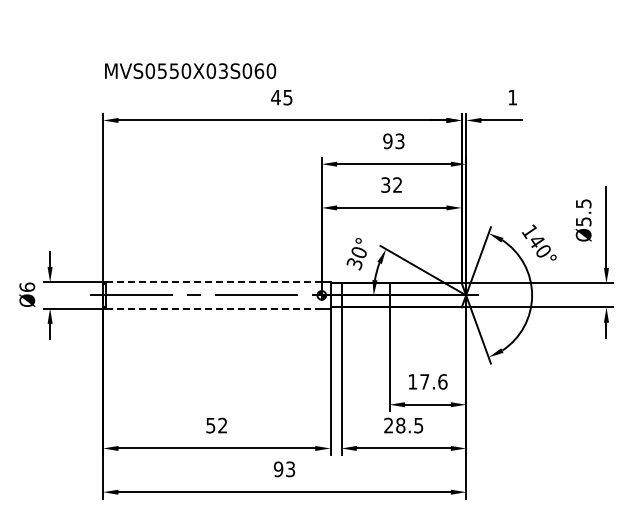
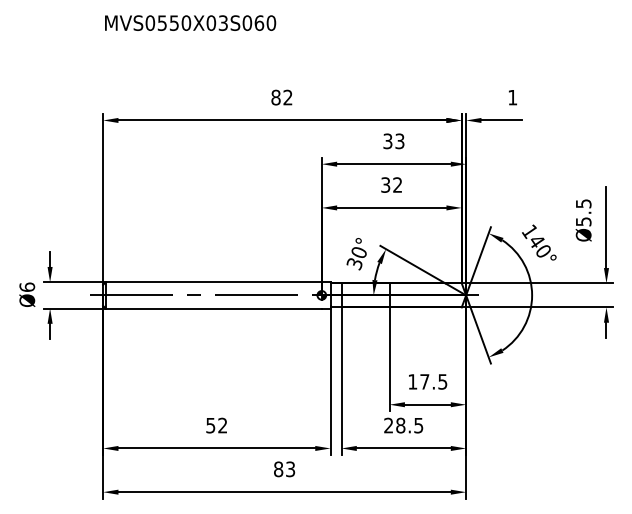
text at (190, 70) position: (190, 70) -> (190, 22)
text at (281, 97): 45 -> 82
text at (387, 141): 93 -> 33
line at (213, 282): dashed -> solid
line at (214, 308): dashed -> solid
text at (442, 381): 17.6 -> 17.5
text at (278, 469): 93 -> 83
